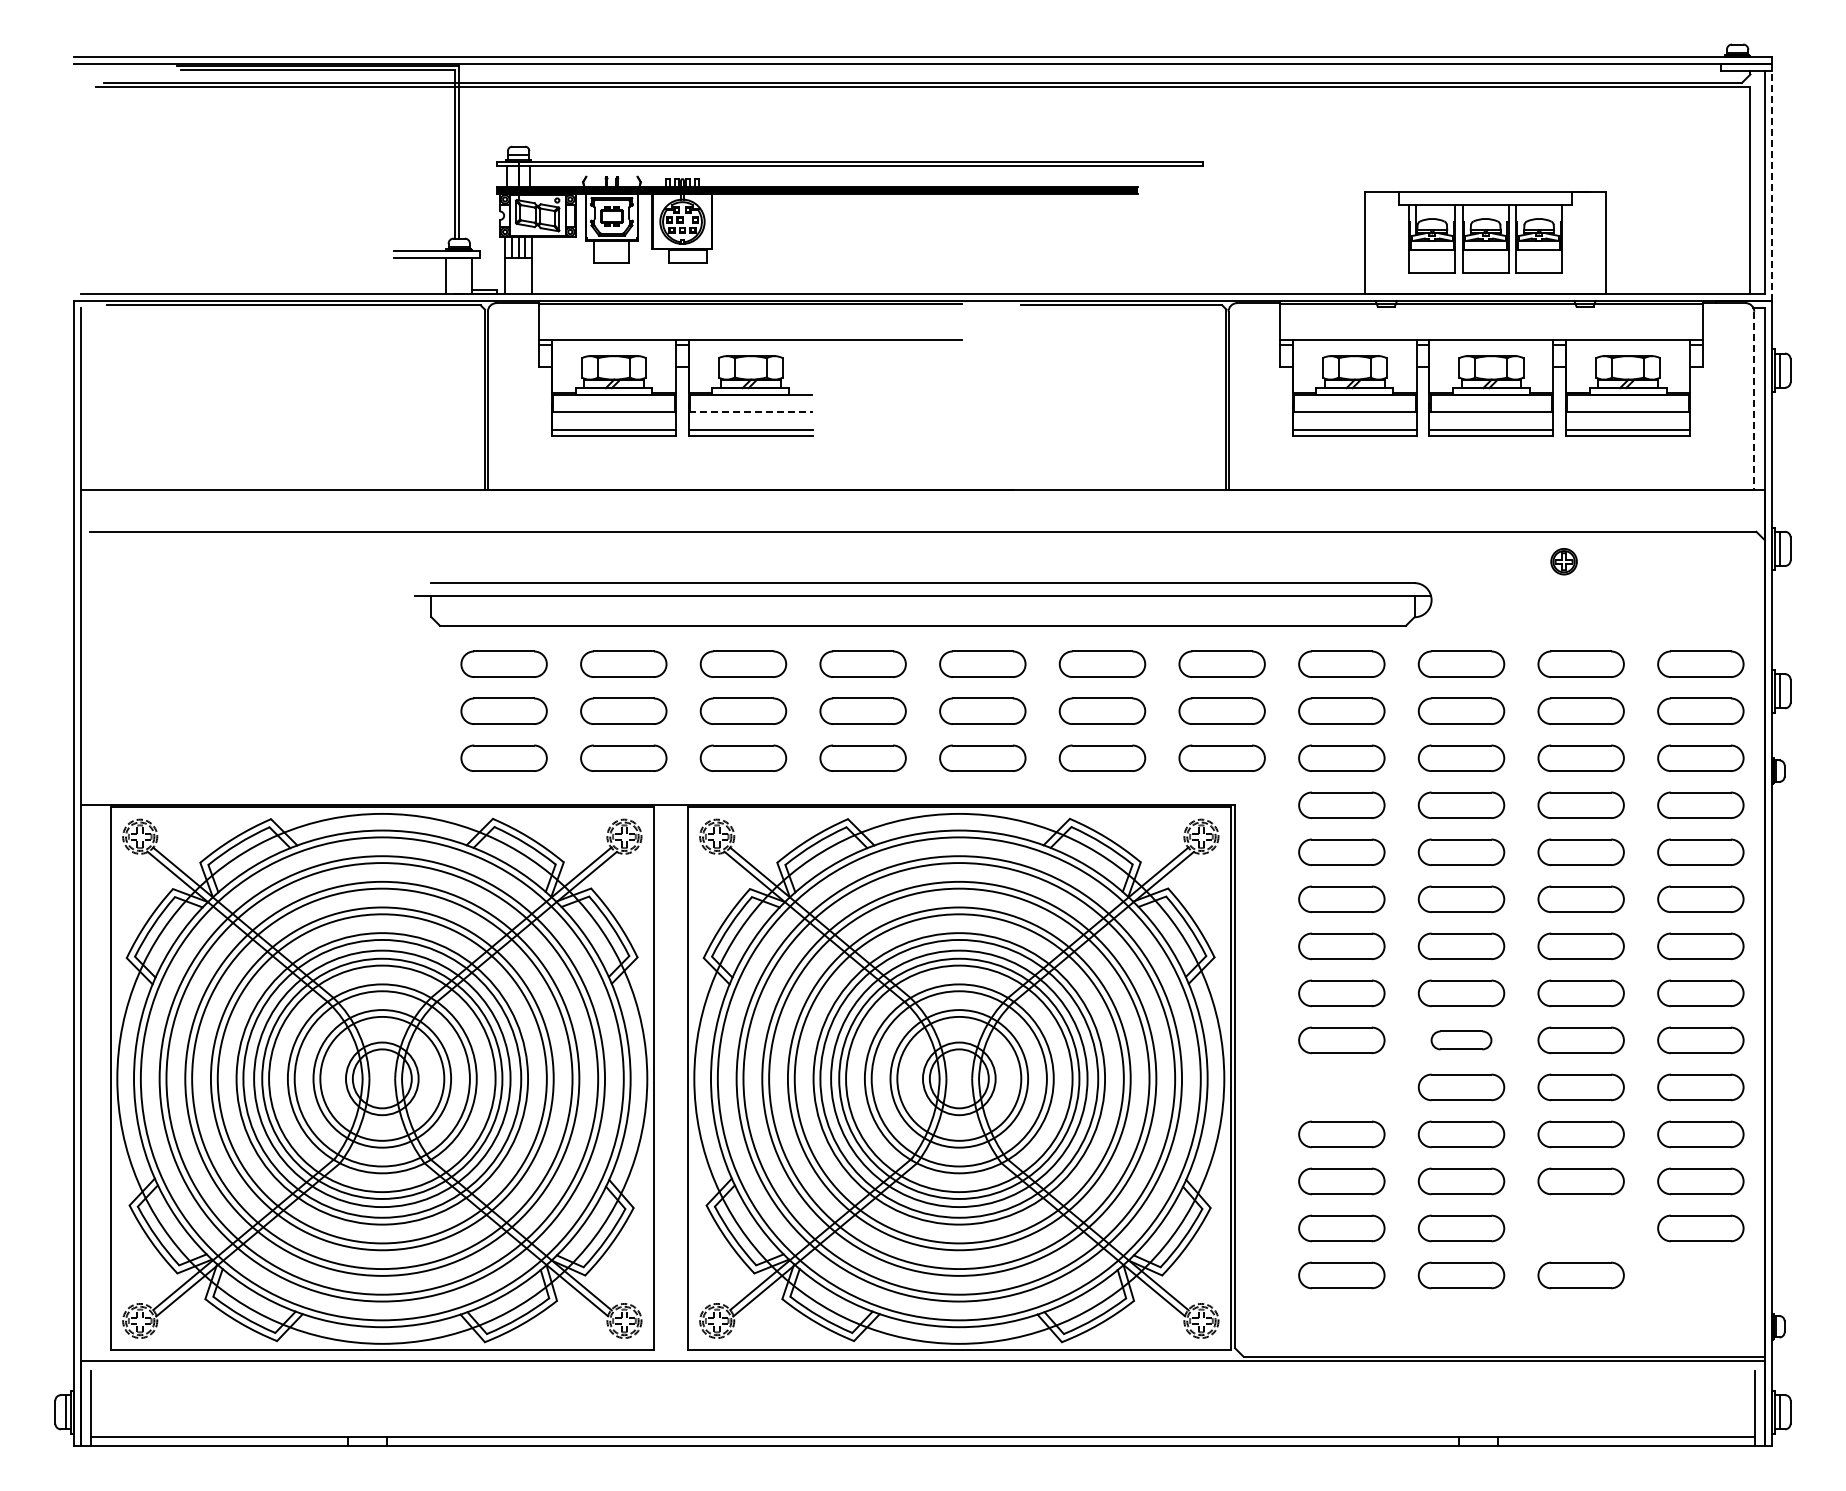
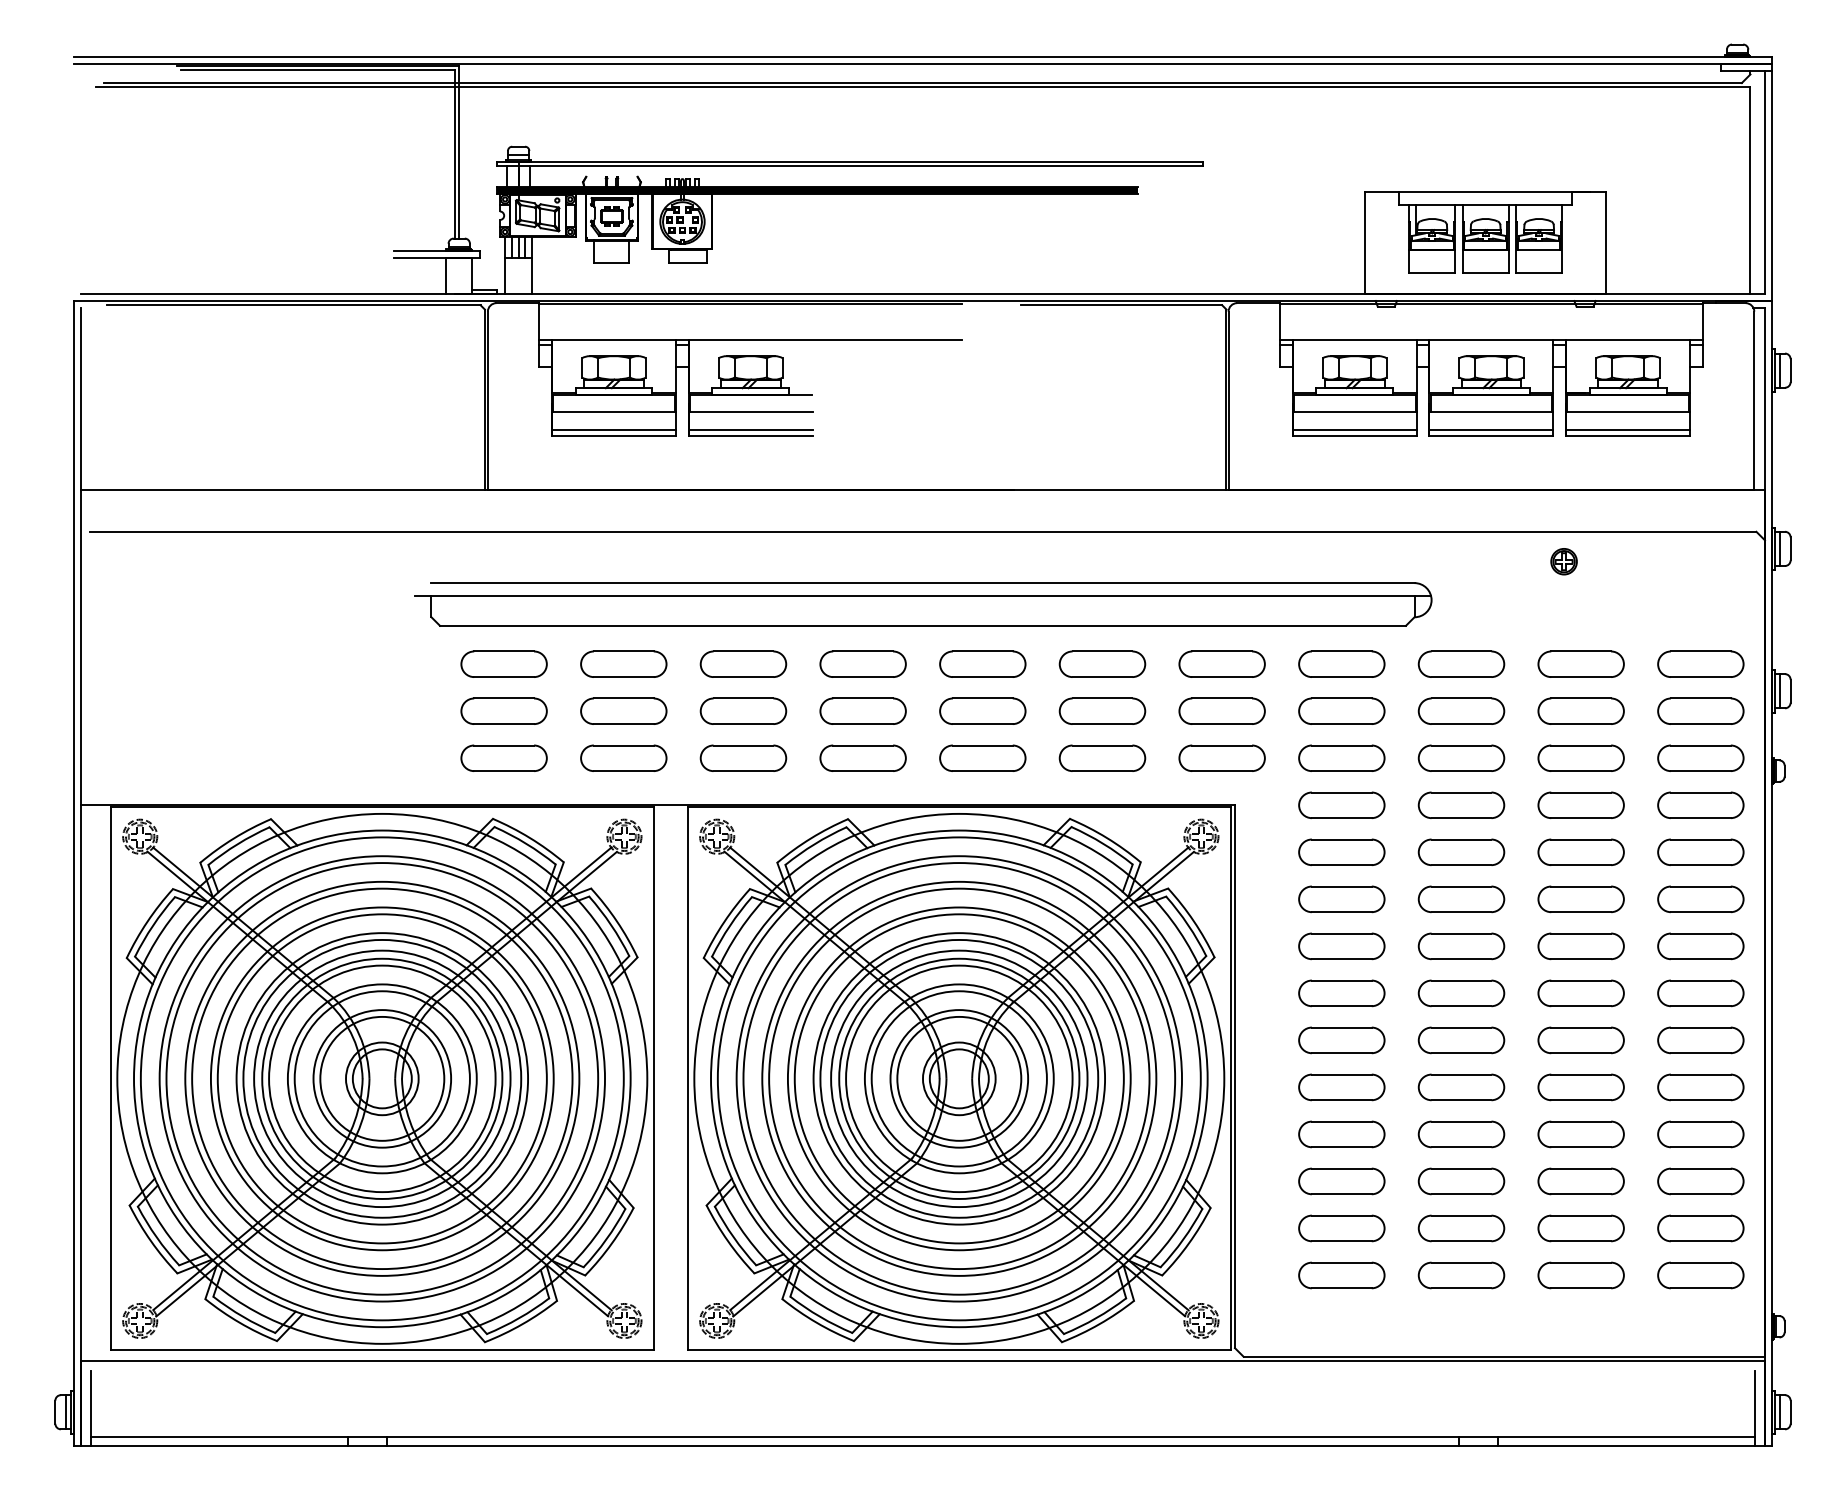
line at (1771, 182): dashed -> solid
line at (1754, 401): dashed -> solid
line at (750, 412): dashed -> solid
part at (1461, 1040) size: 63x21 px -> 89x29 px
part at (1341, 1087): none -> present
part at (1580, 1228): none -> present
part at (1700, 1275): none -> present
